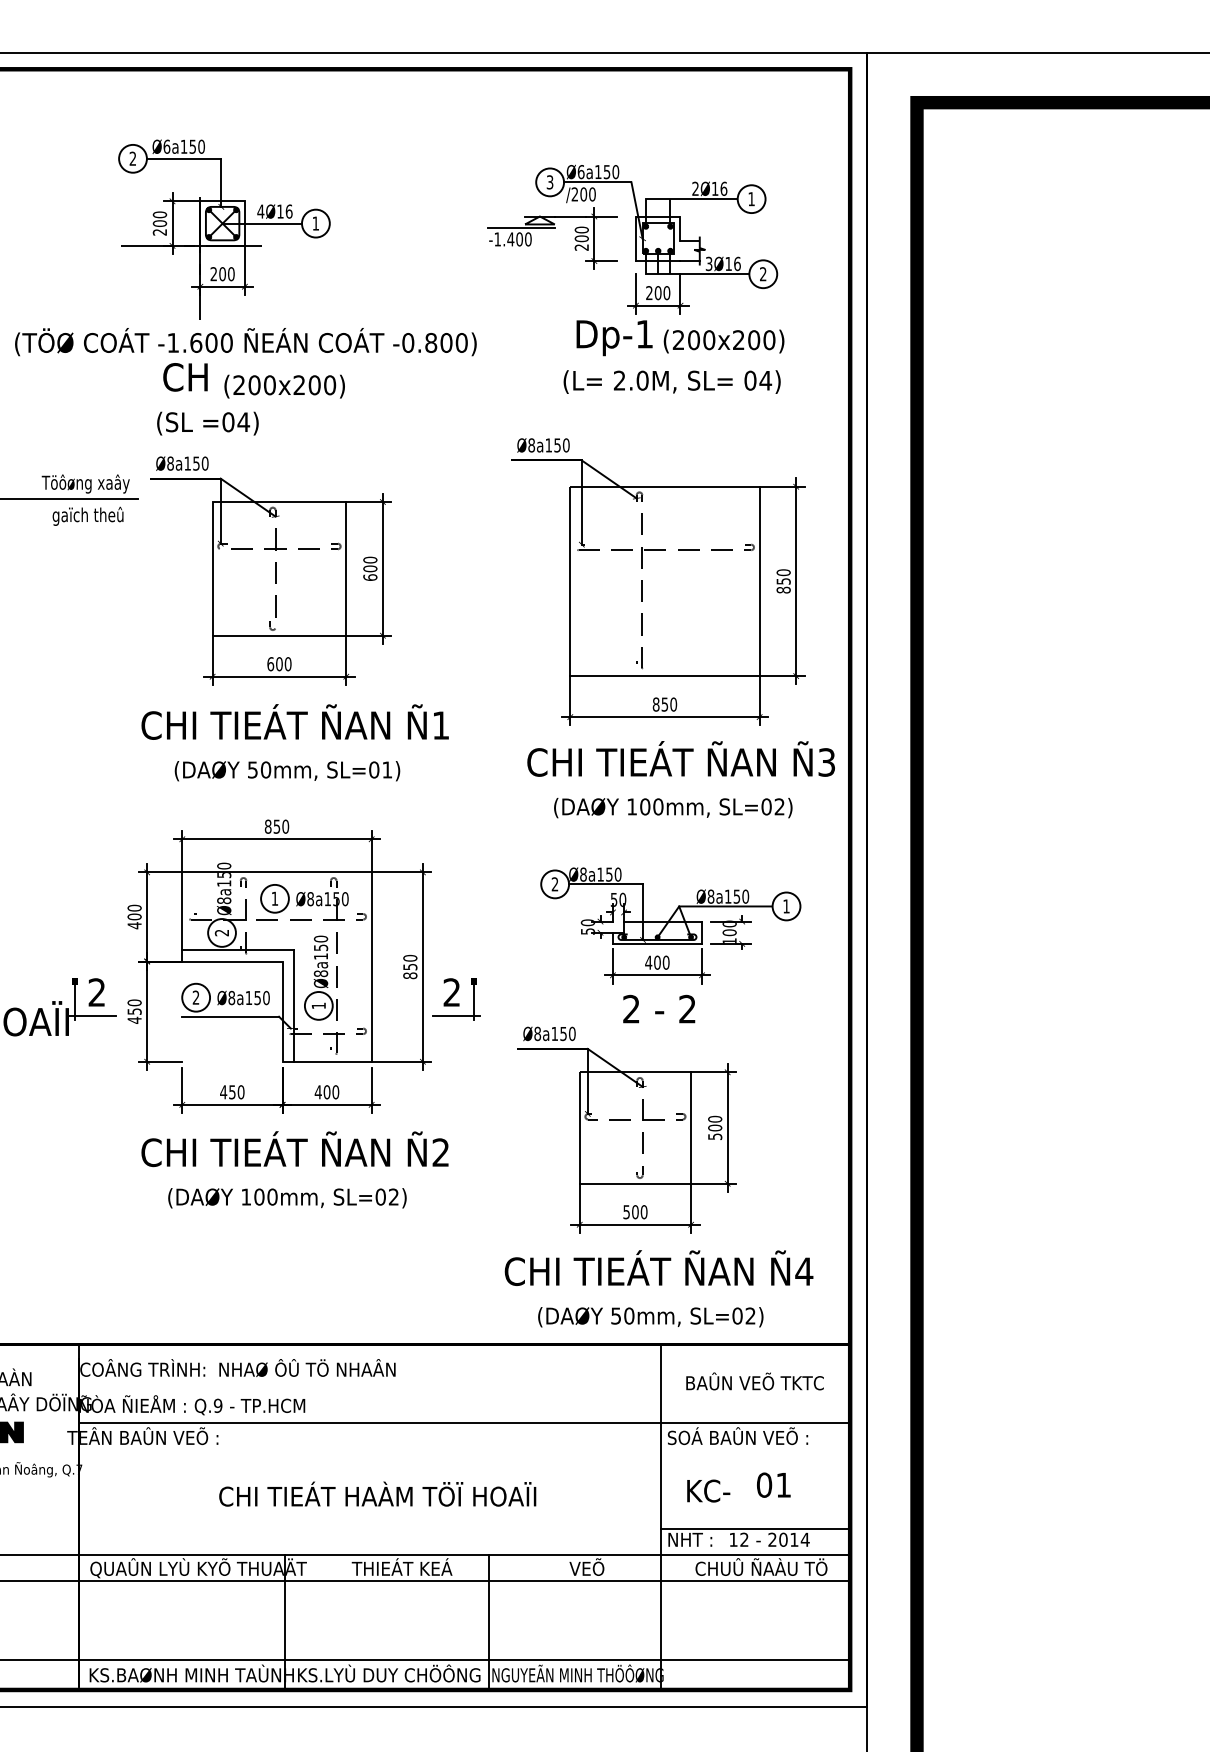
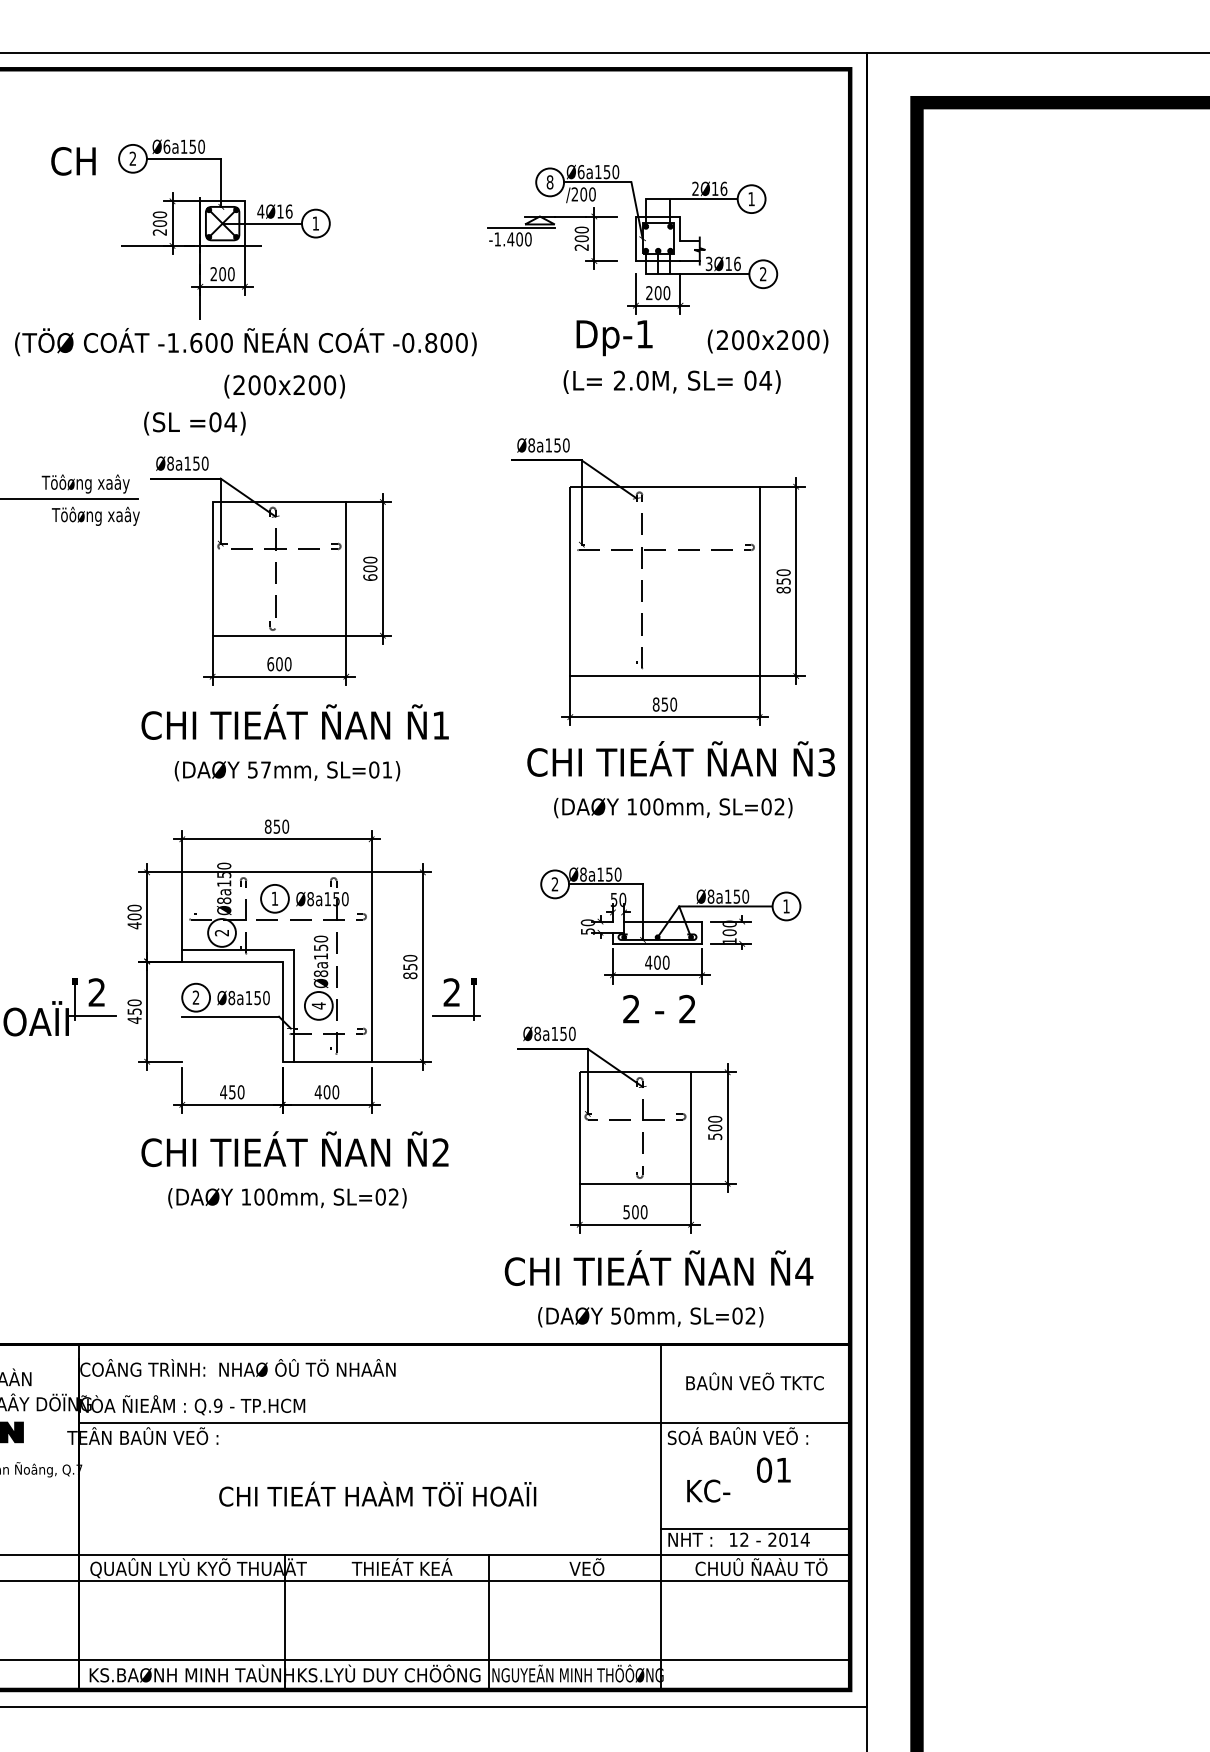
text at (549, 182): 3 -> 8
text at (723, 341) position: (723, 341) -> (767, 341)
text at (185, 377) position: (185, 377) -> (73, 161)
text at (207, 423) position: (207, 423) -> (194, 423)
text at (95, 515): gaïch theû -> Töôøng xaây
text at (265, 769): 50mm, -> 57mm,
text at (318, 1005): 1 -> 4
text at (773, 1484) position: (773, 1484) -> (773, 1469)
